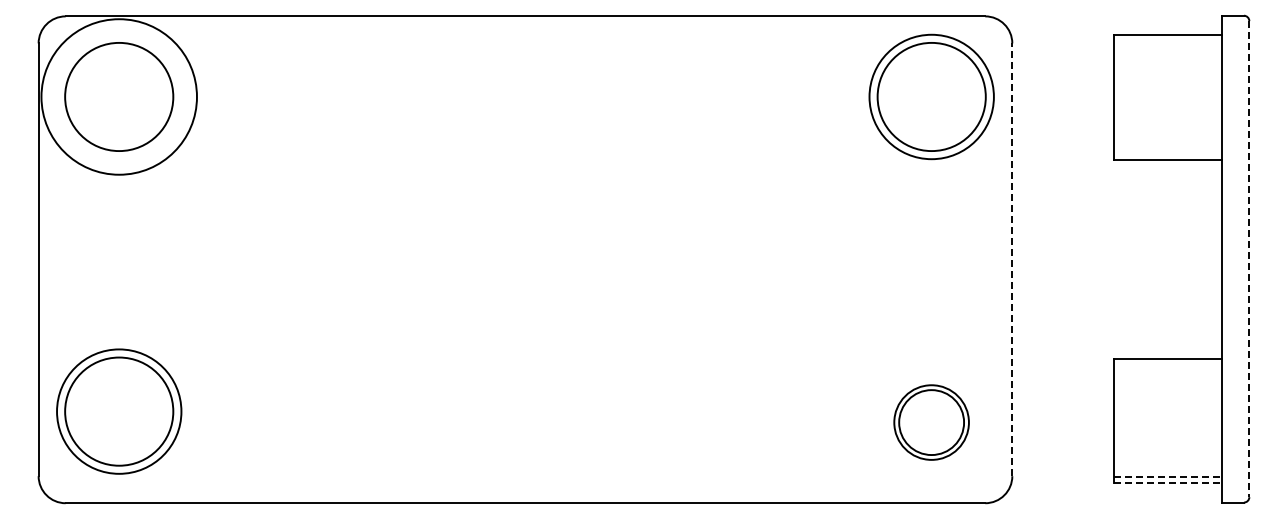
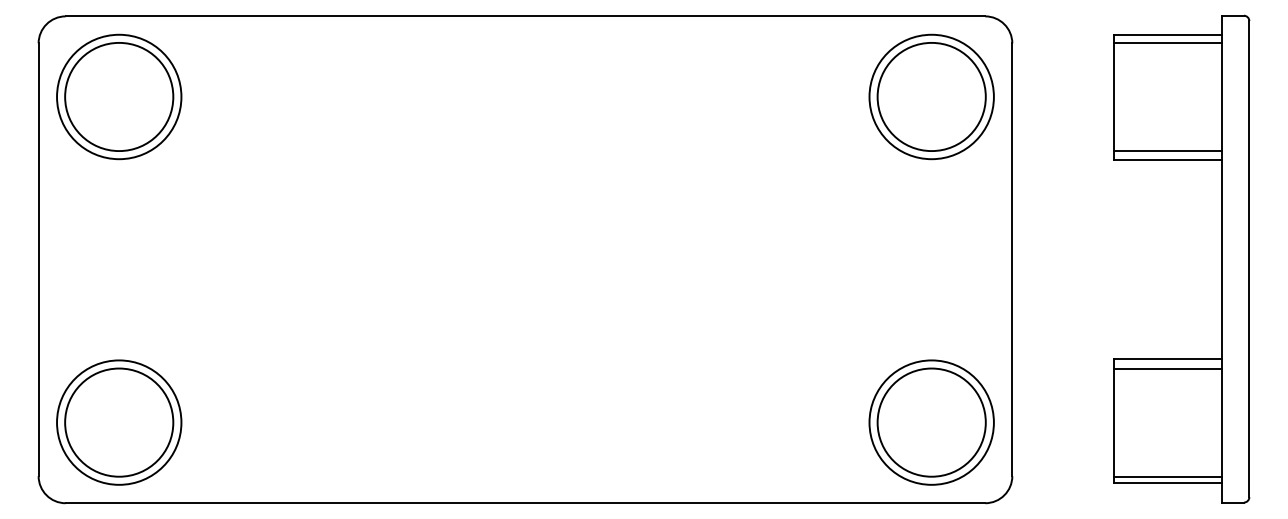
line at (1168, 42): none -> present
circle at (118, 96) diameter: 156 px -> 124 px
line at (1168, 151): none -> present
line at (1012, 259): dashed -> solid
line at (1249, 259): dashed -> solid
line at (1168, 368): none -> present
part at (119, 411) position: (119, 411) -> (119, 422)
part at (931, 422) size: 77x77 px -> 127x127 px
line at (1168, 476): dashed -> solid
line at (1168, 483): dashed -> solid
